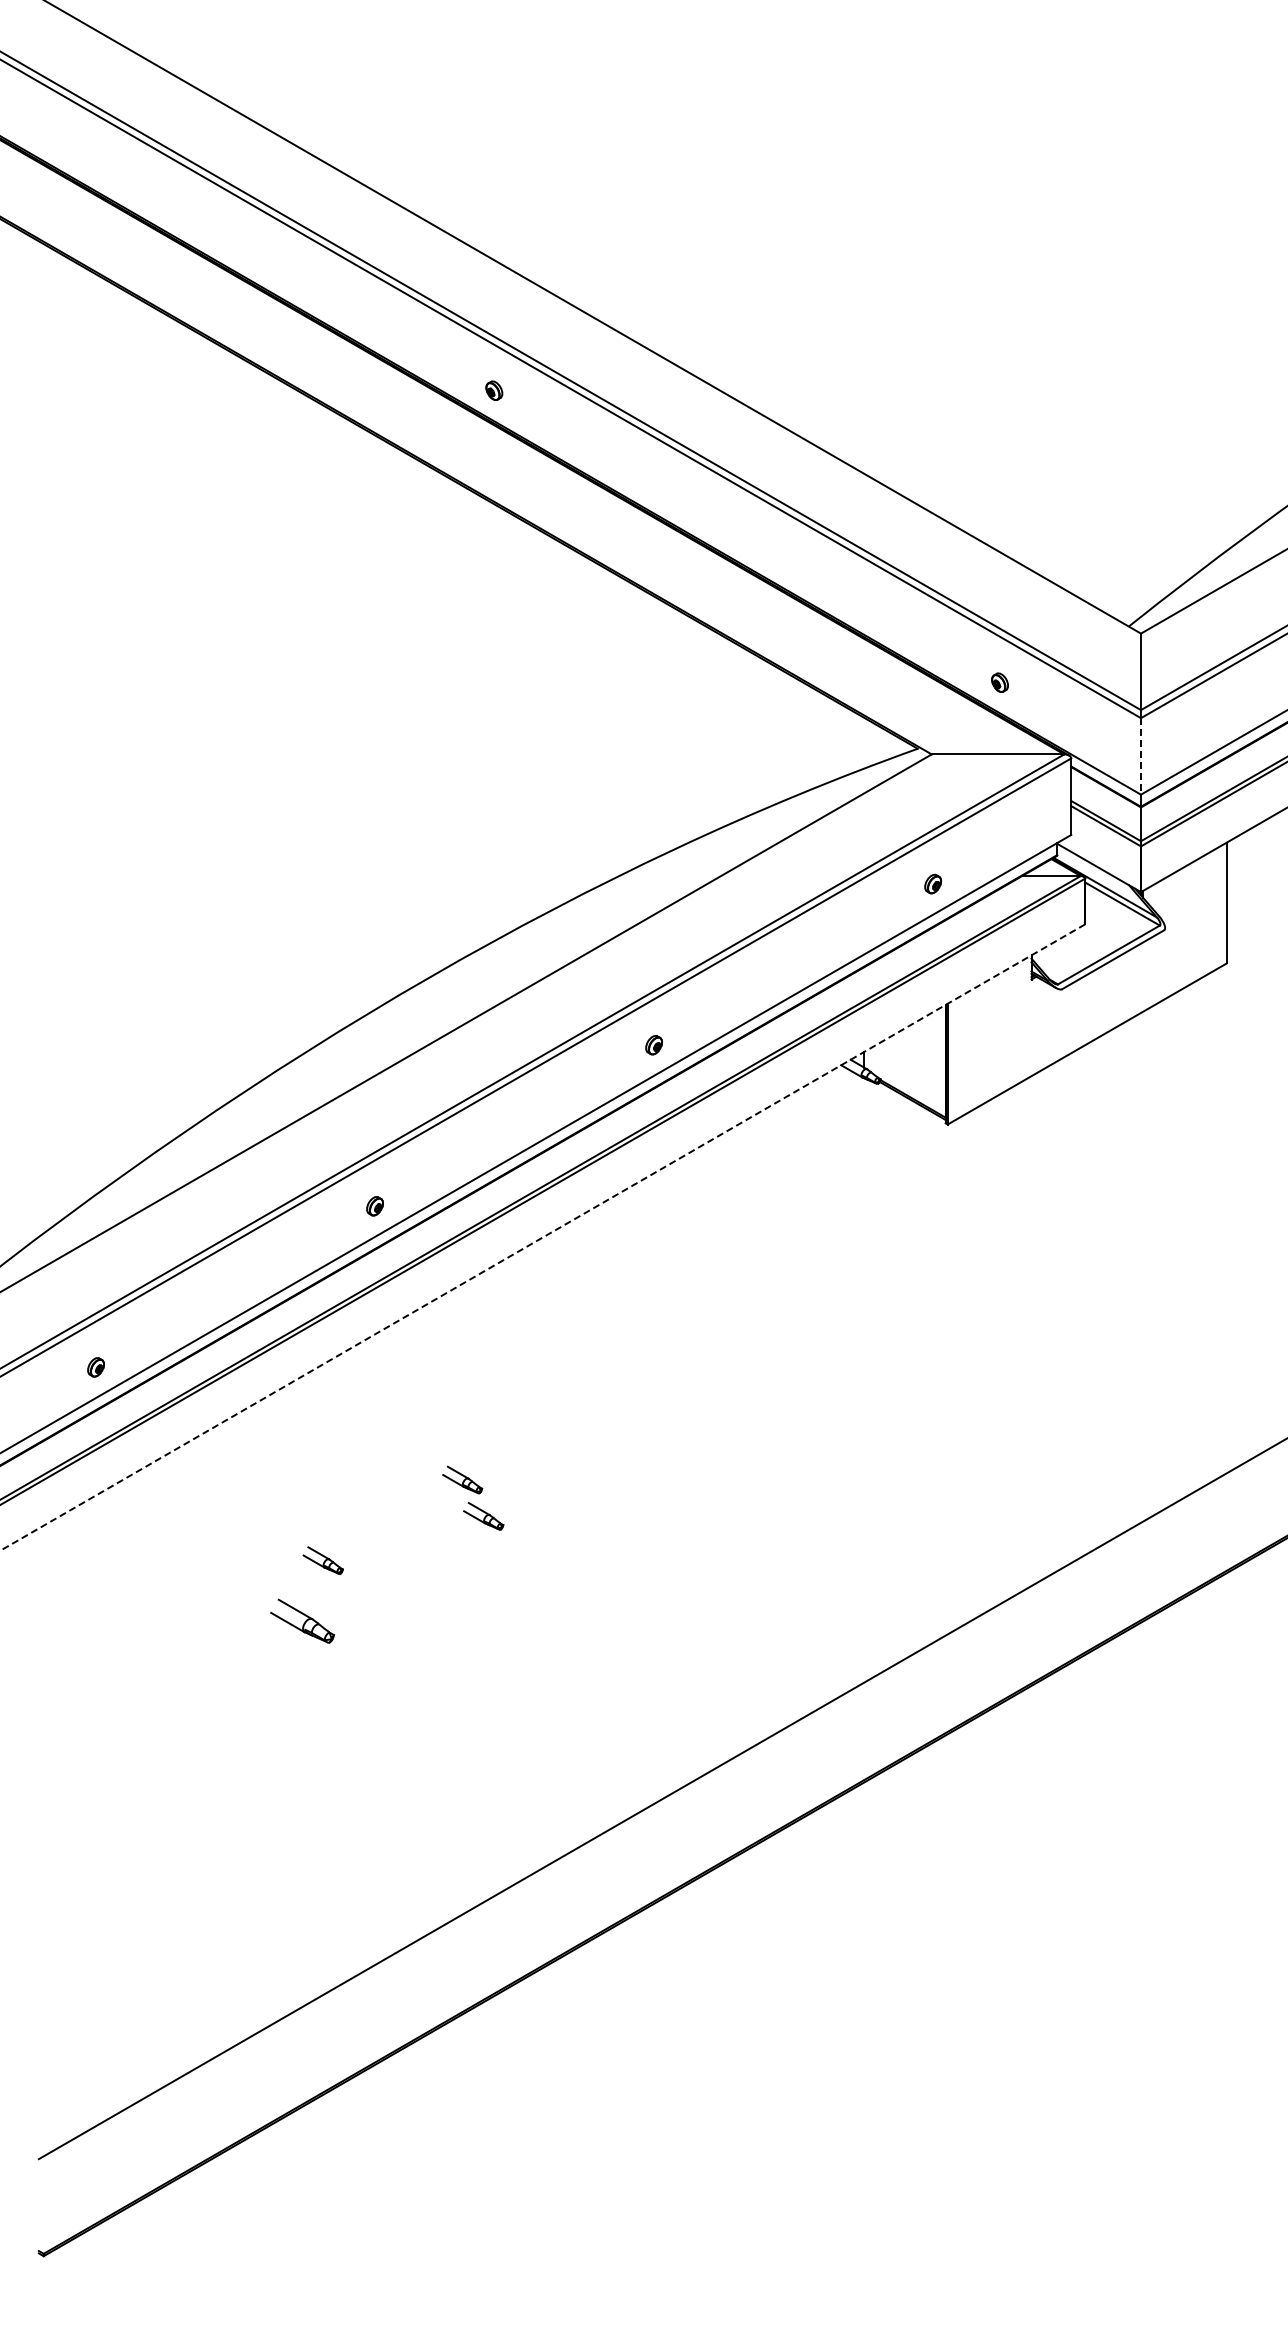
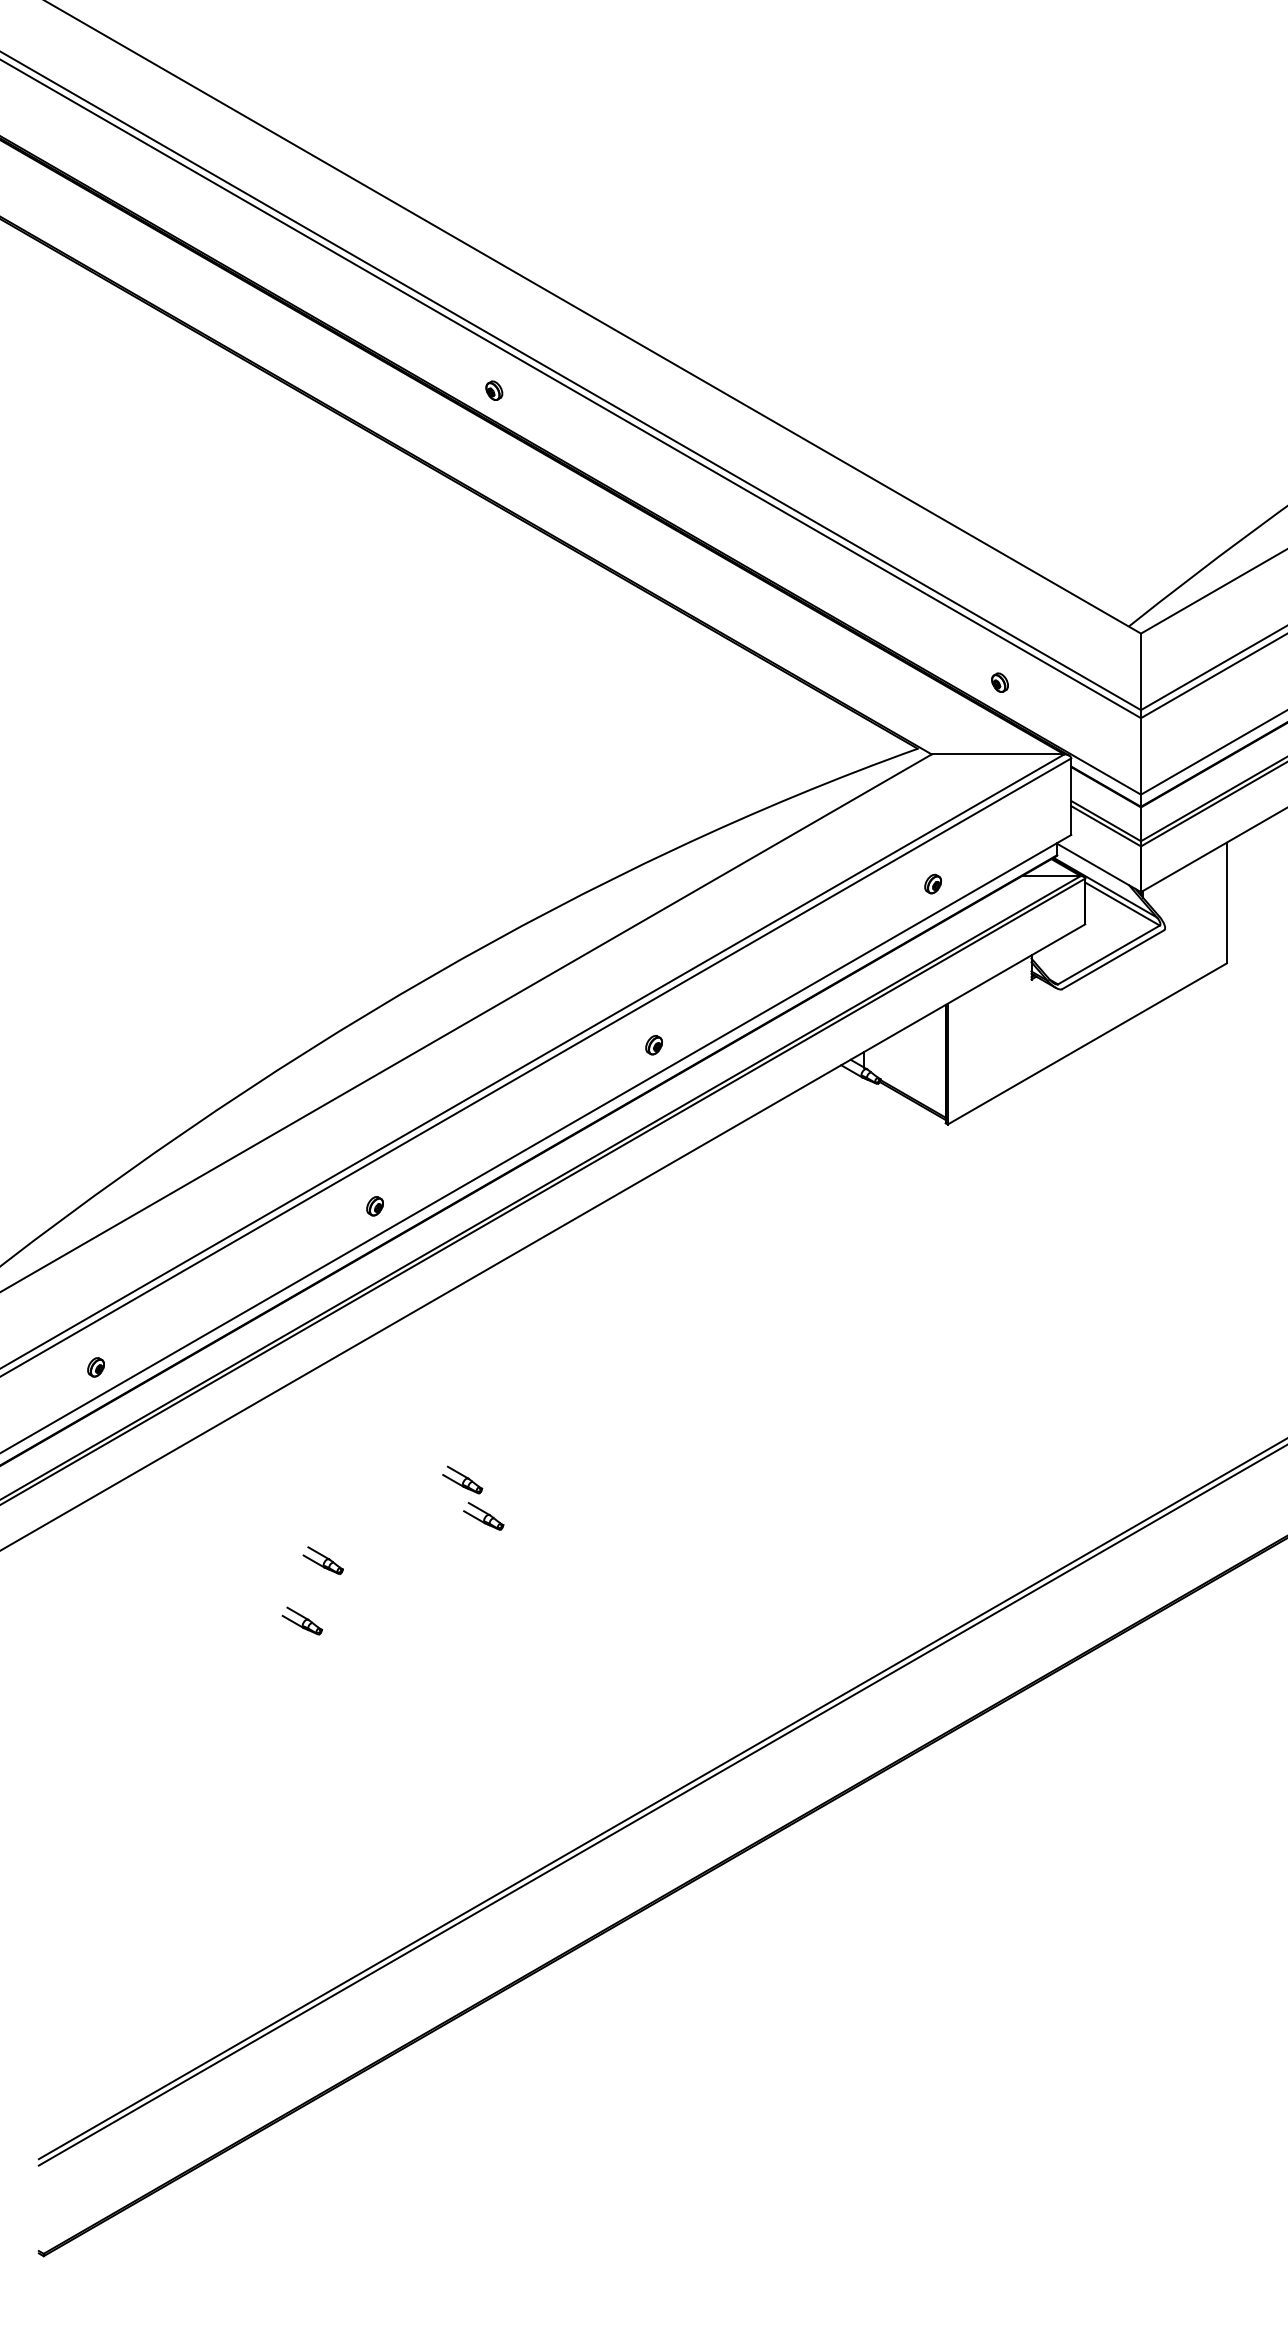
line at (1141, 756): dashed -> solid
line at (542, 1237): dashed -> solid
part at (302, 1620) size: 65x46 px -> 42x30 px
line at (661, 1805): none -> present
